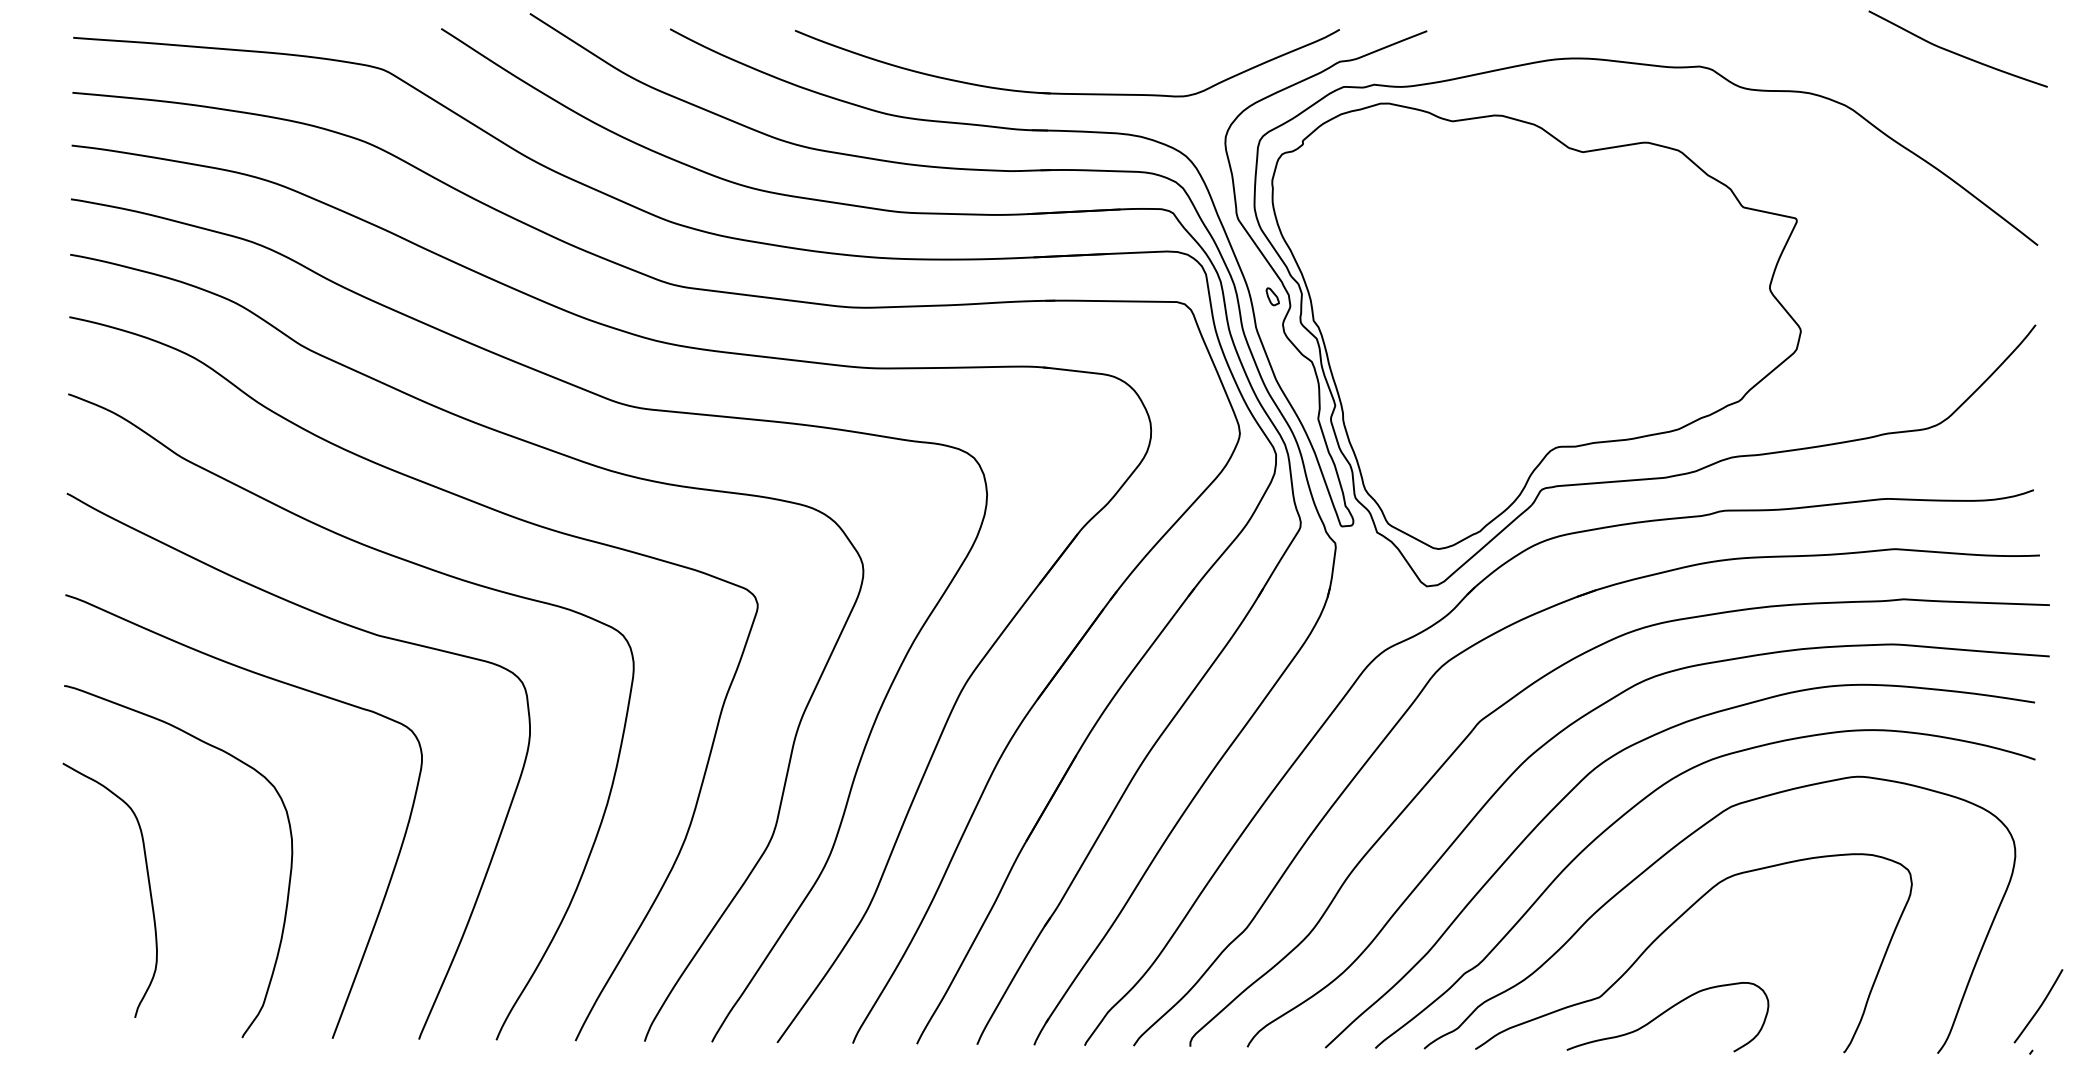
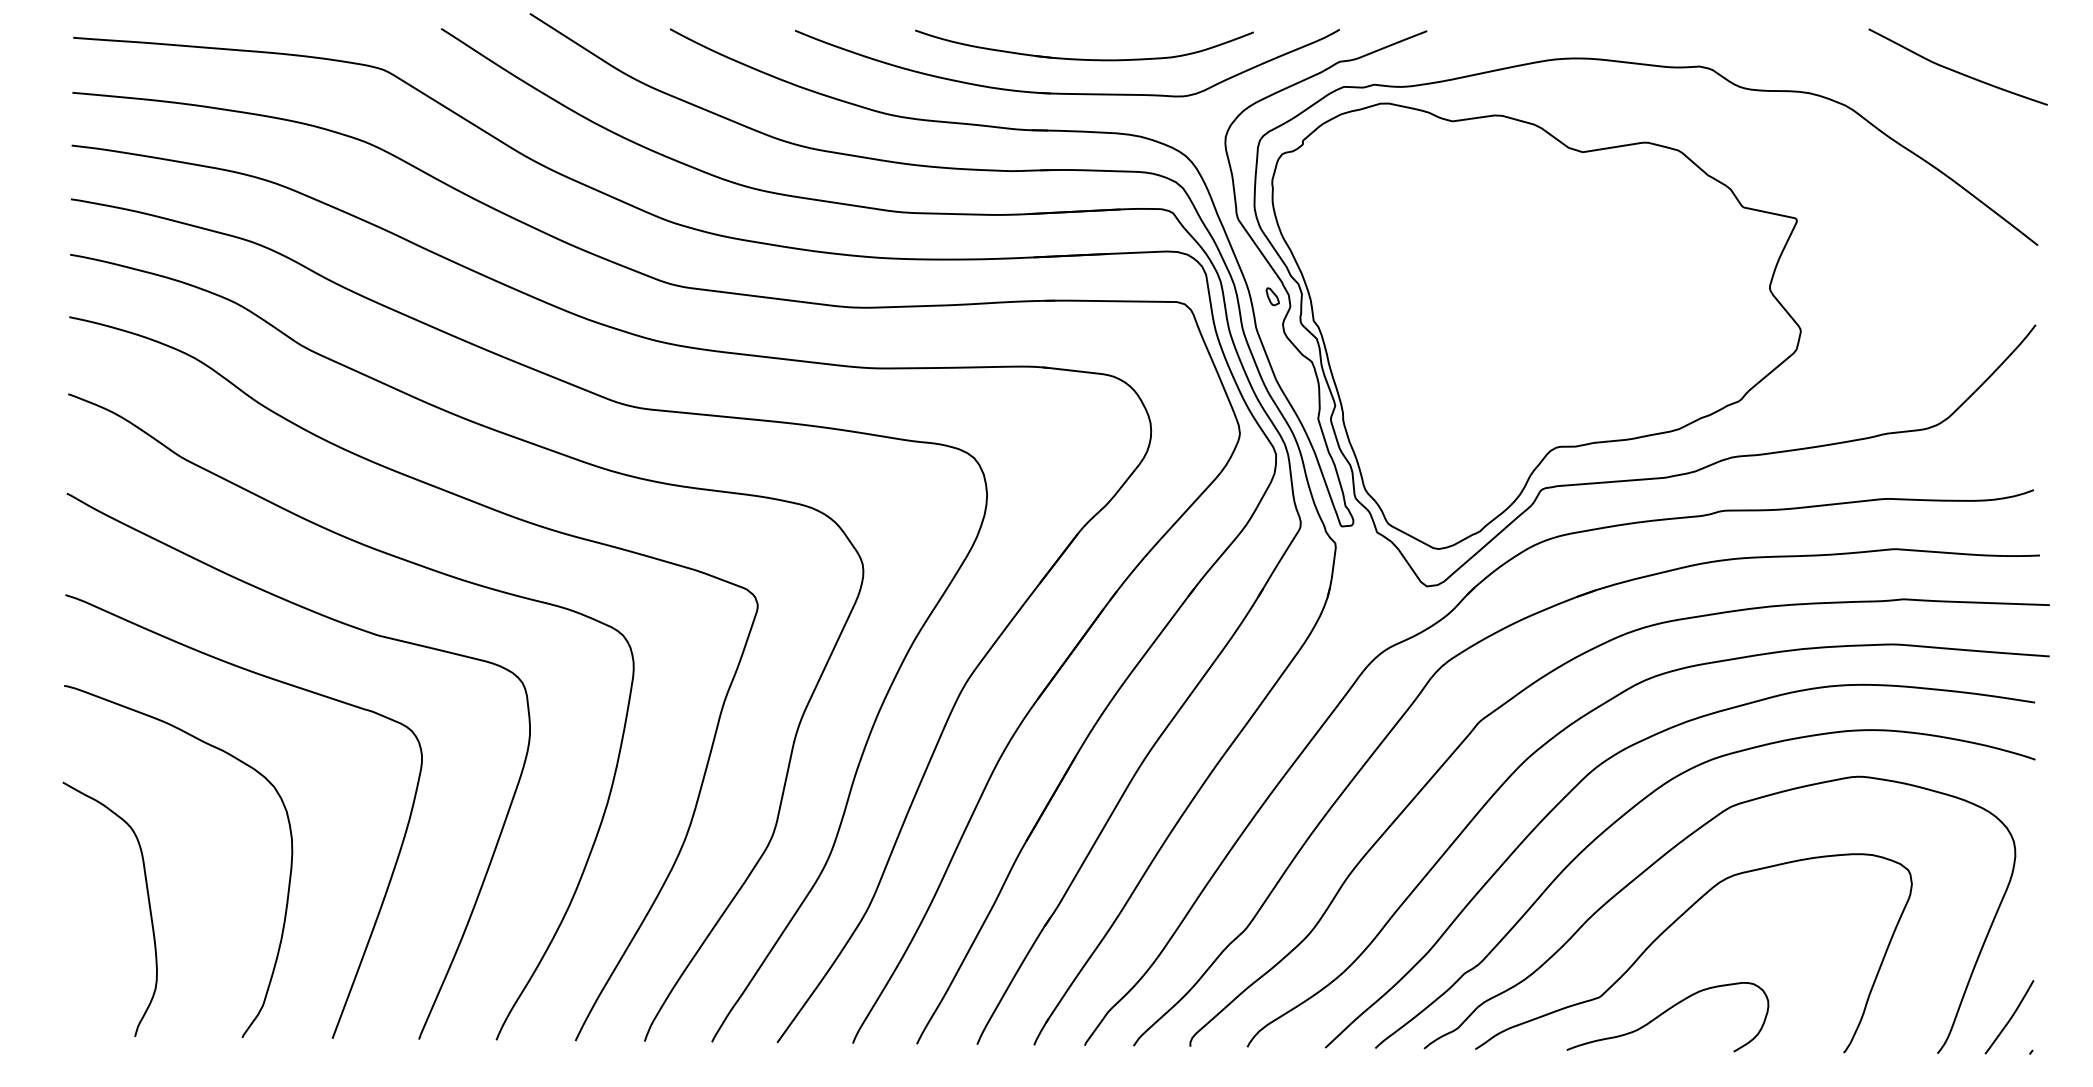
curve at (1956, 52) position: (1956, 52) -> (1956, 70)
part at (1083, 58): none -> present
curve at (148, 886) position: (148, 886) -> (148, 905)
curve at (2039, 1006) position: (2039, 1006) -> (2010, 1017)
